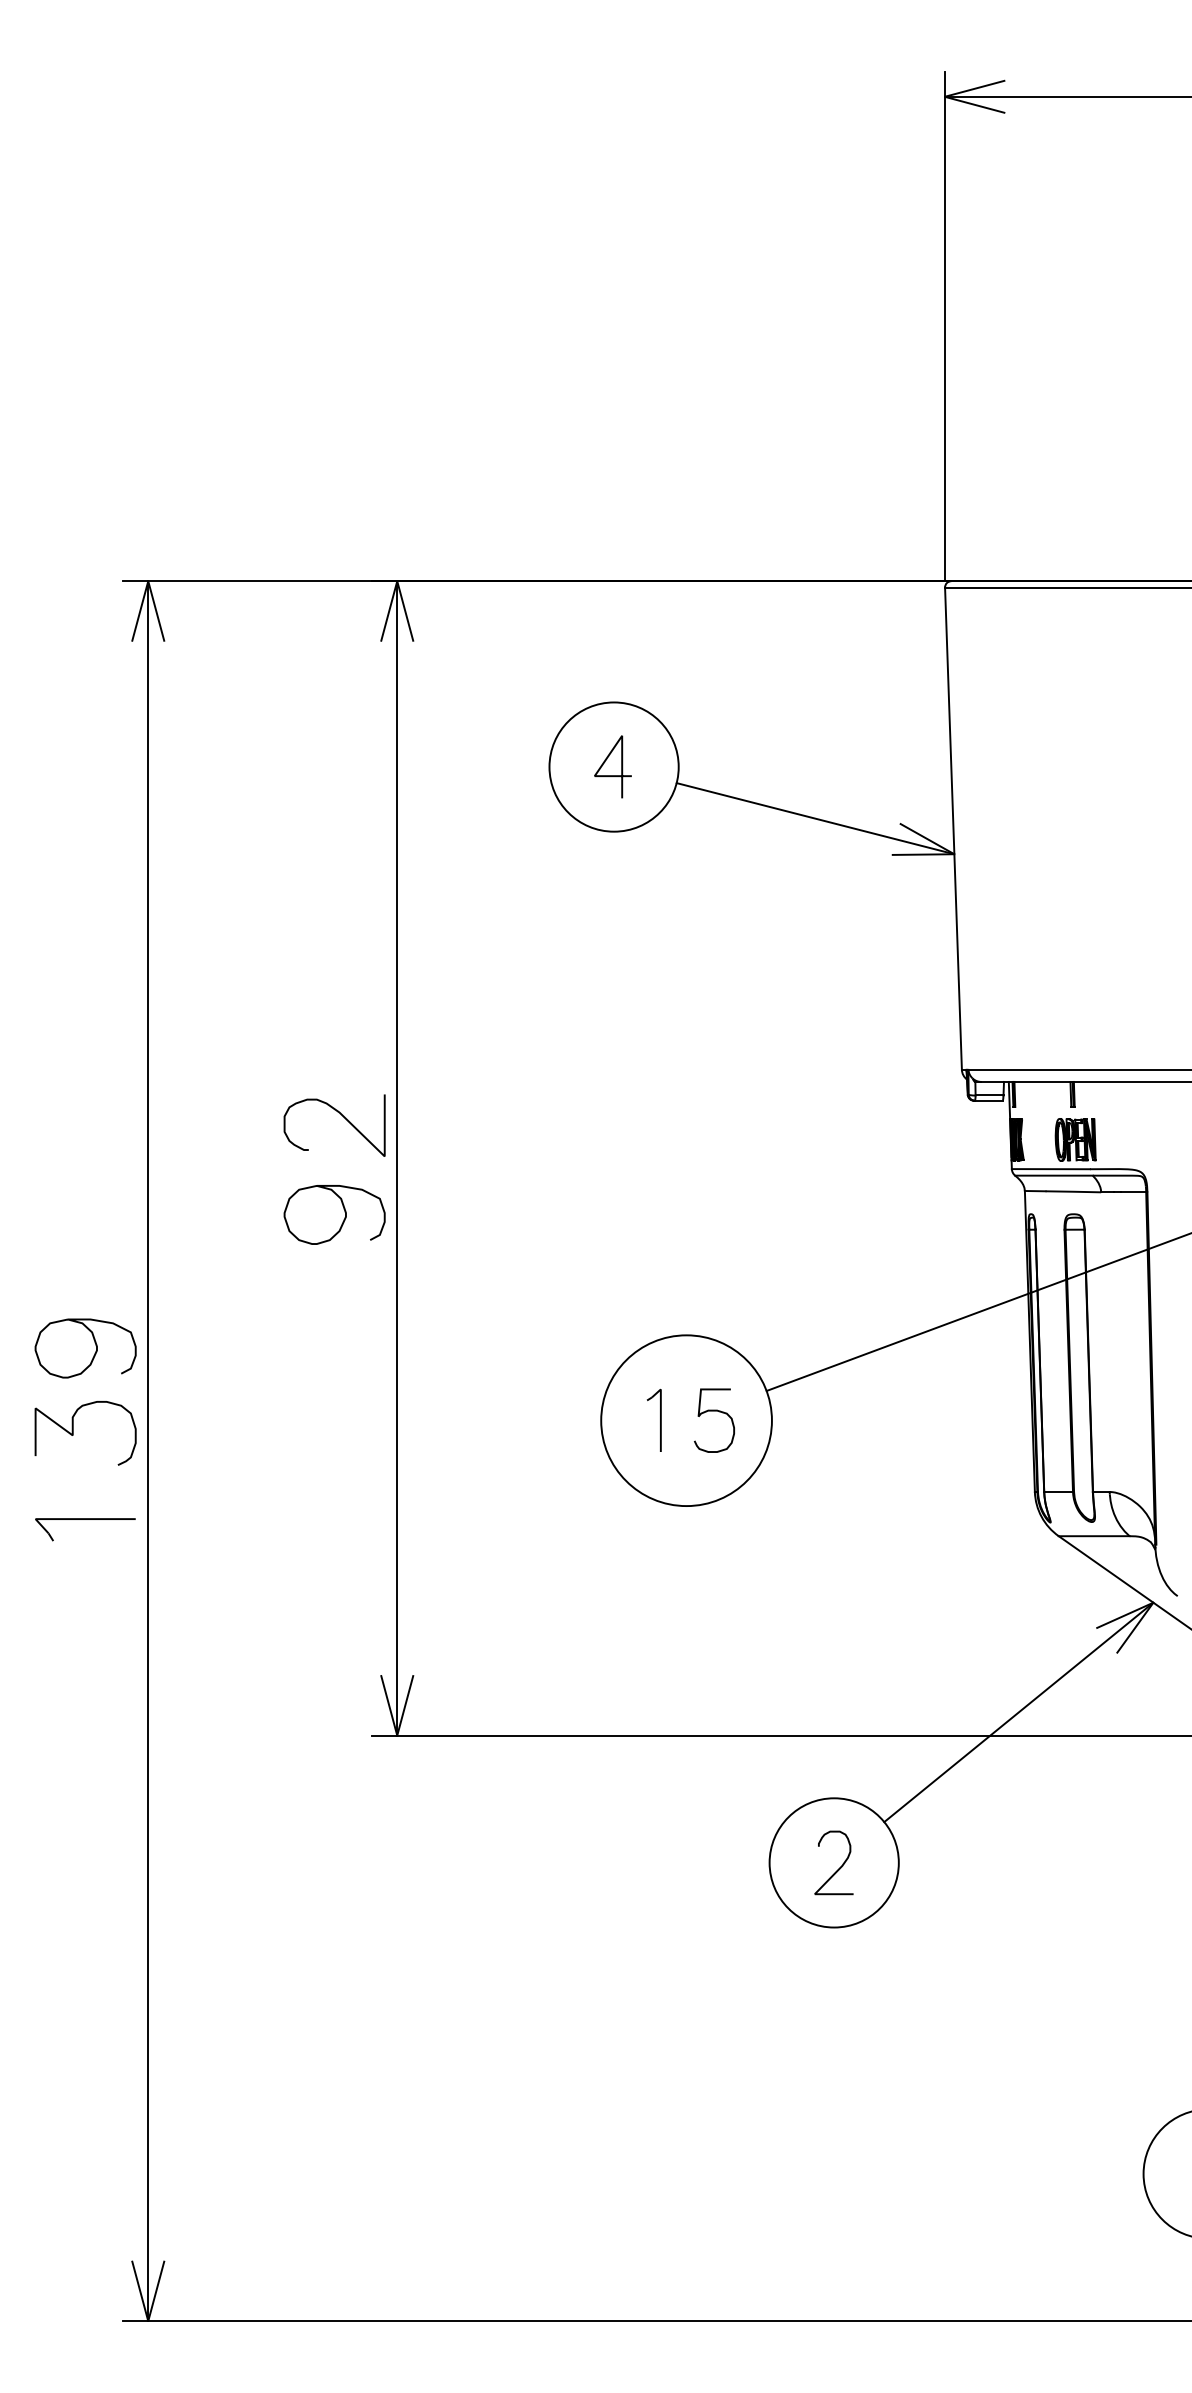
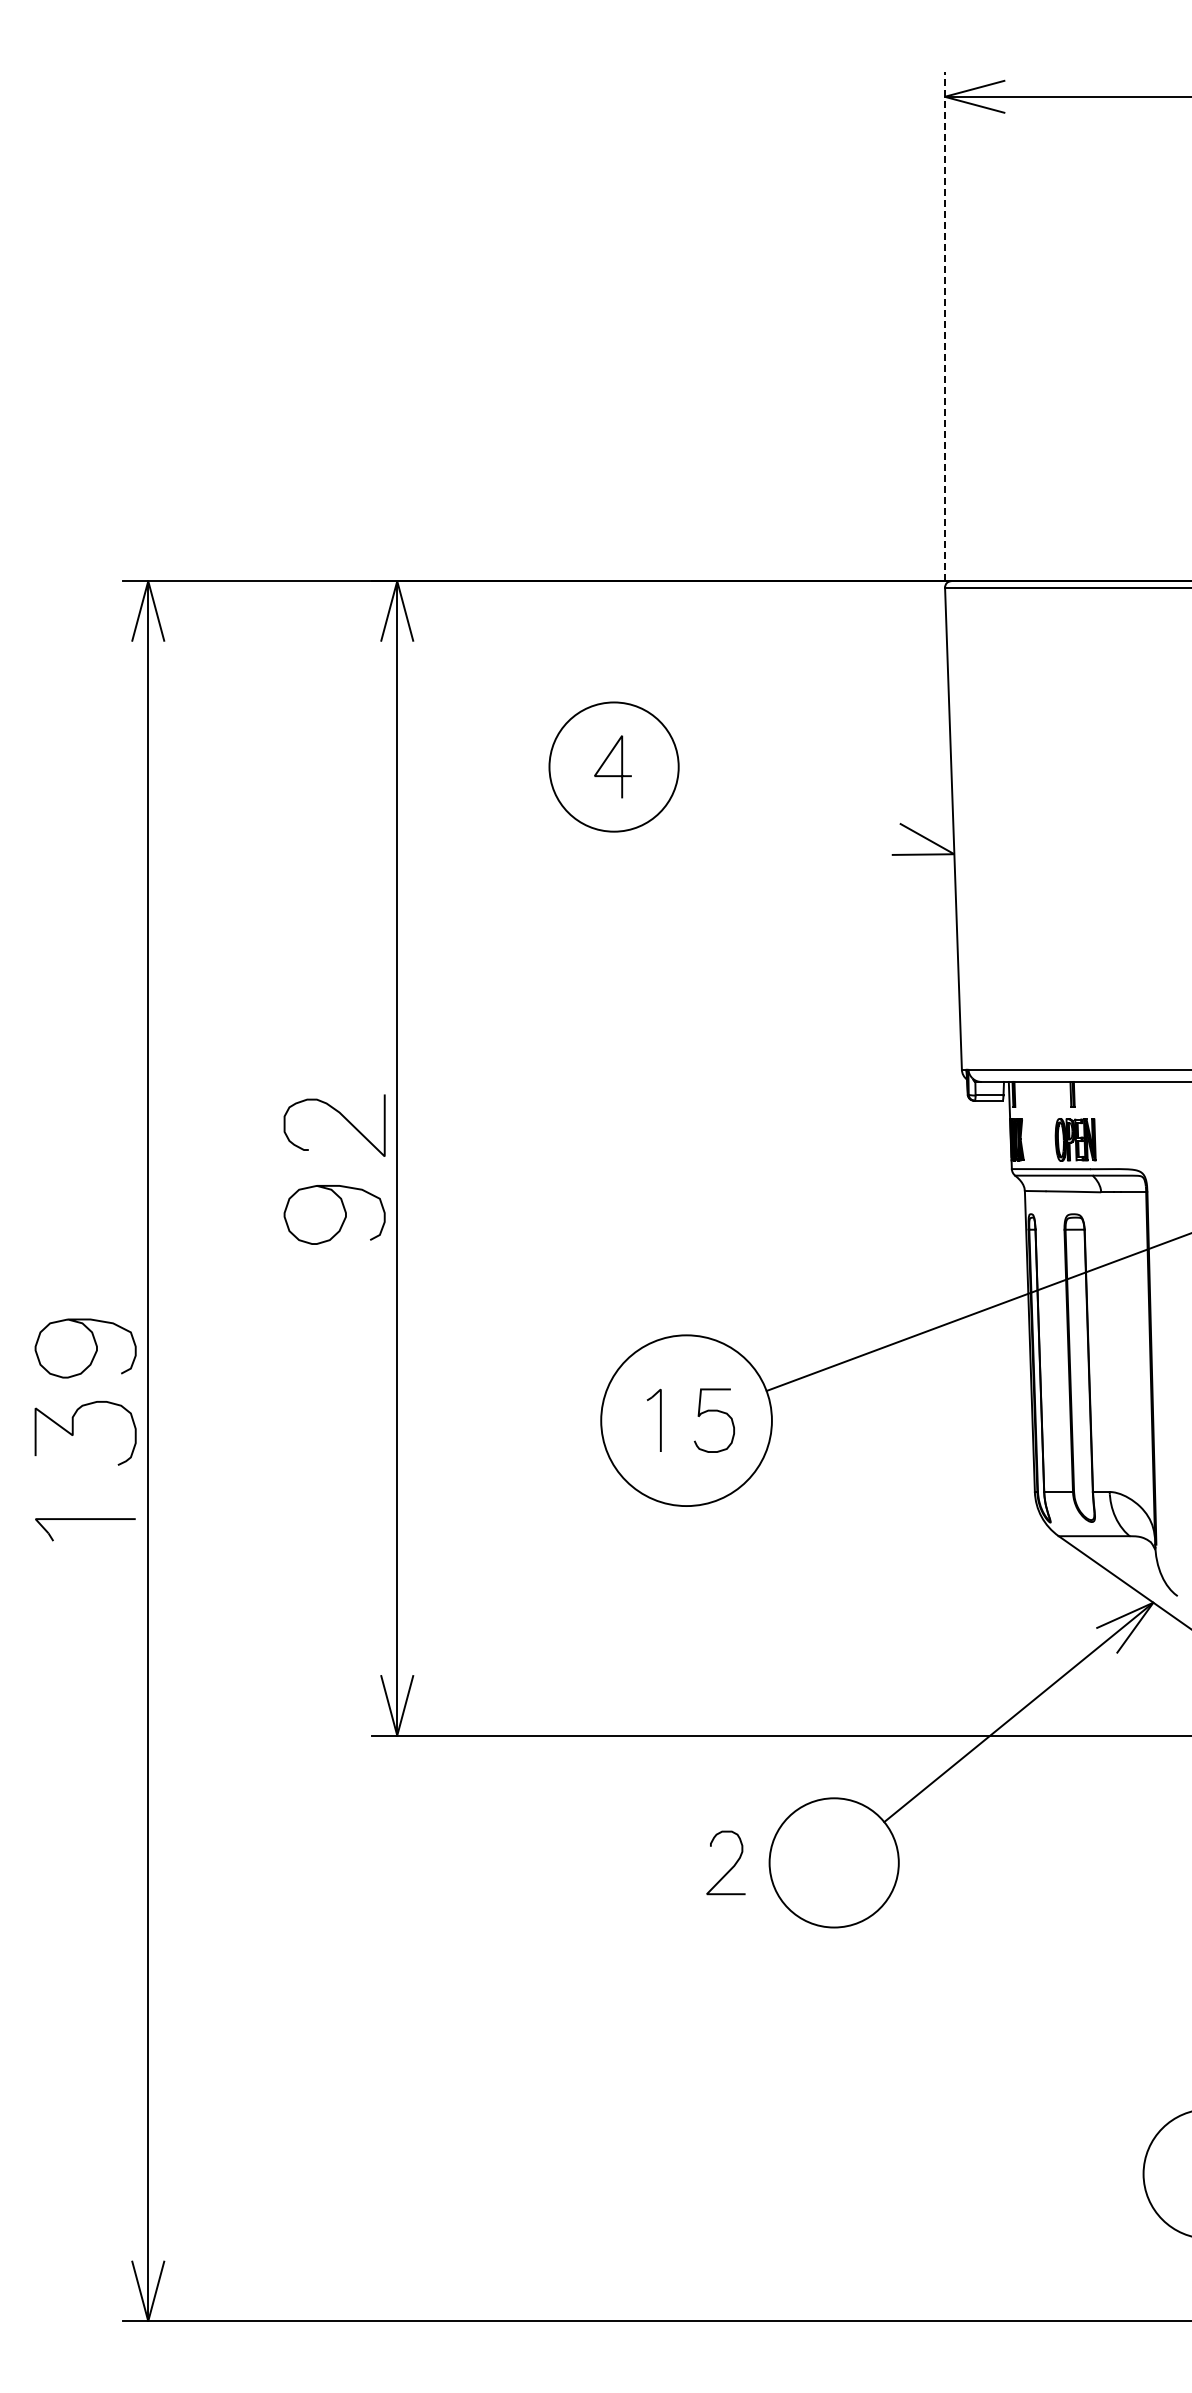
line at (944, 326): solid -> dashed
line at (815, 818): present -> none
curve at (839, 1867) position: (839, 1867) -> (731, 1867)
